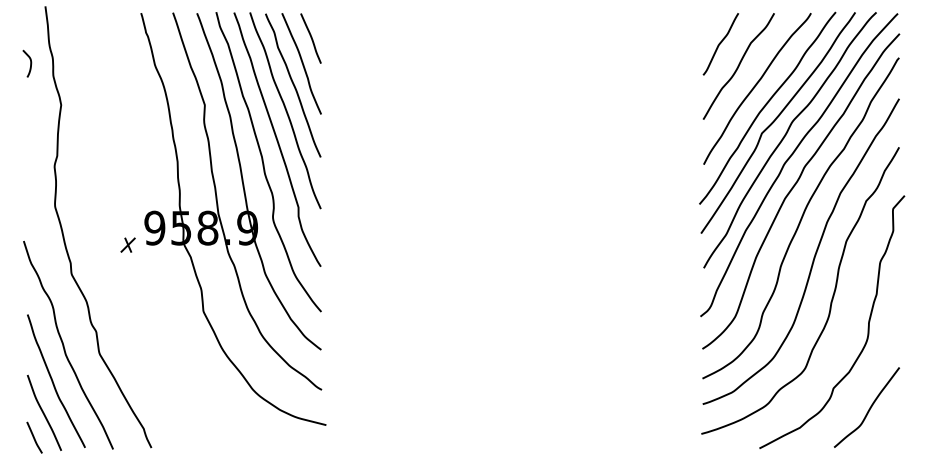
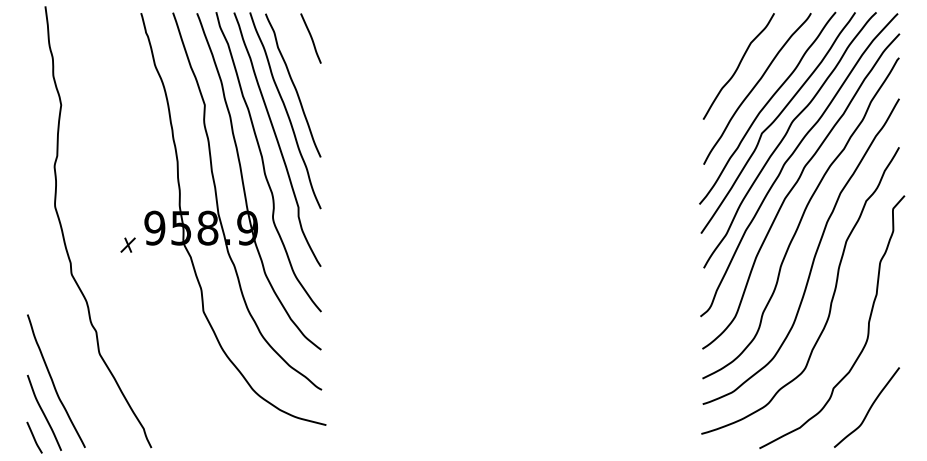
curve at (720, 44): present -> none
curve at (30, 63): present -> none
curve at (301, 63): present -> none
curve at (64, 345): present -> none
